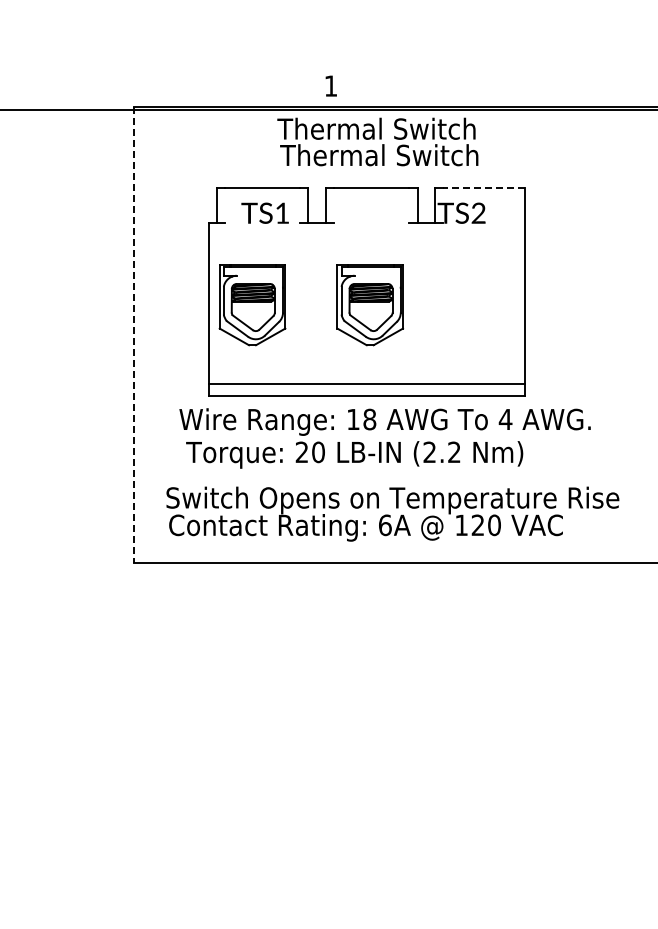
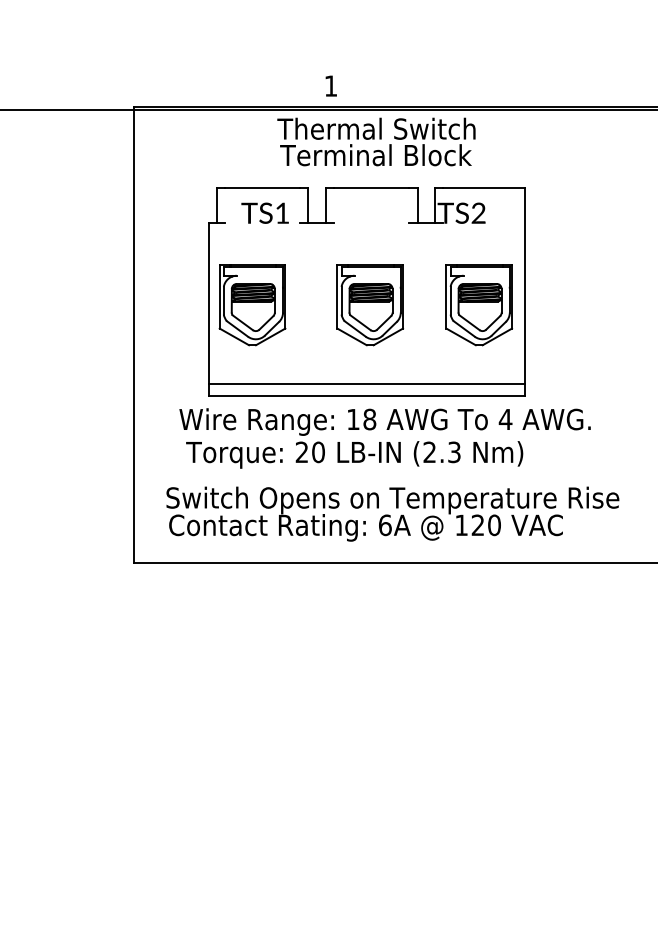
text at (387, 155): Thermal Switch -> Terminal Block
line at (484, 188): dashed -> solid
part at (479, 305): none -> present
line at (133, 335): dashed -> solid
text at (454, 452): (2.2 -> (2.3
